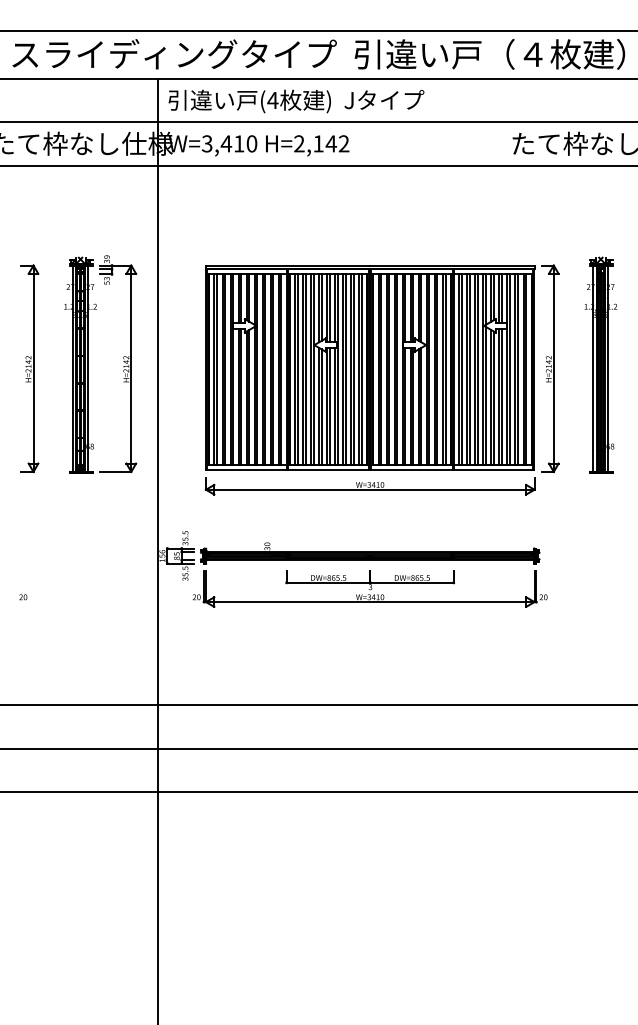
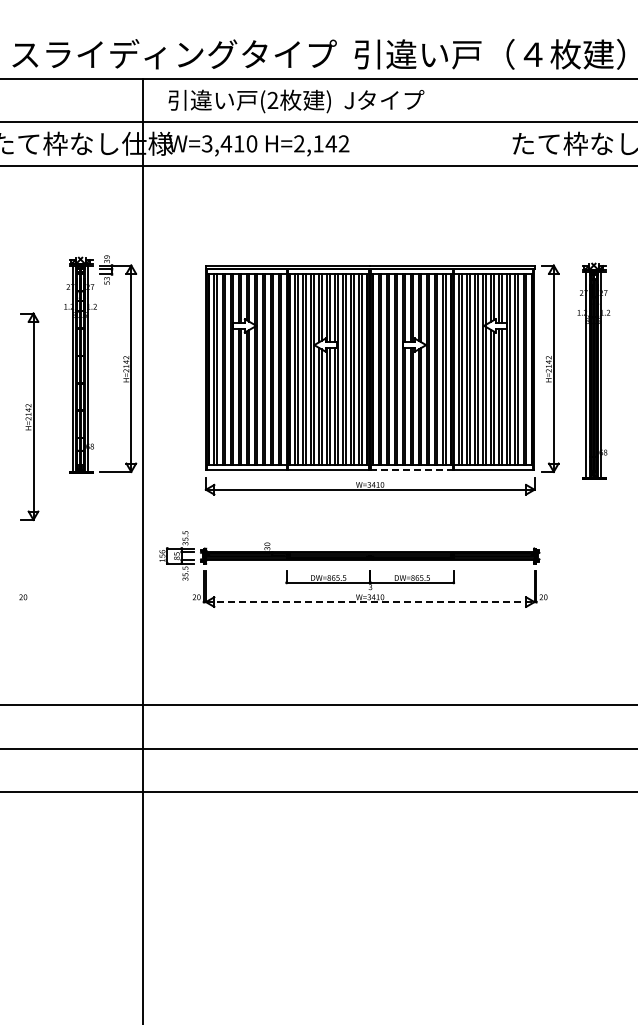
line at (318, 30): present -> none
text at (272, 99): (4 -> (2
part at (600, 364) position: (600, 364) -> (593, 370)
part at (29, 368) position: (29, 368) -> (29, 416)
line at (412, 470): solid -> dashed
line at (158, 549) position: (158, 549) -> (143, 549)
line at (370, 602): solid -> dashed
